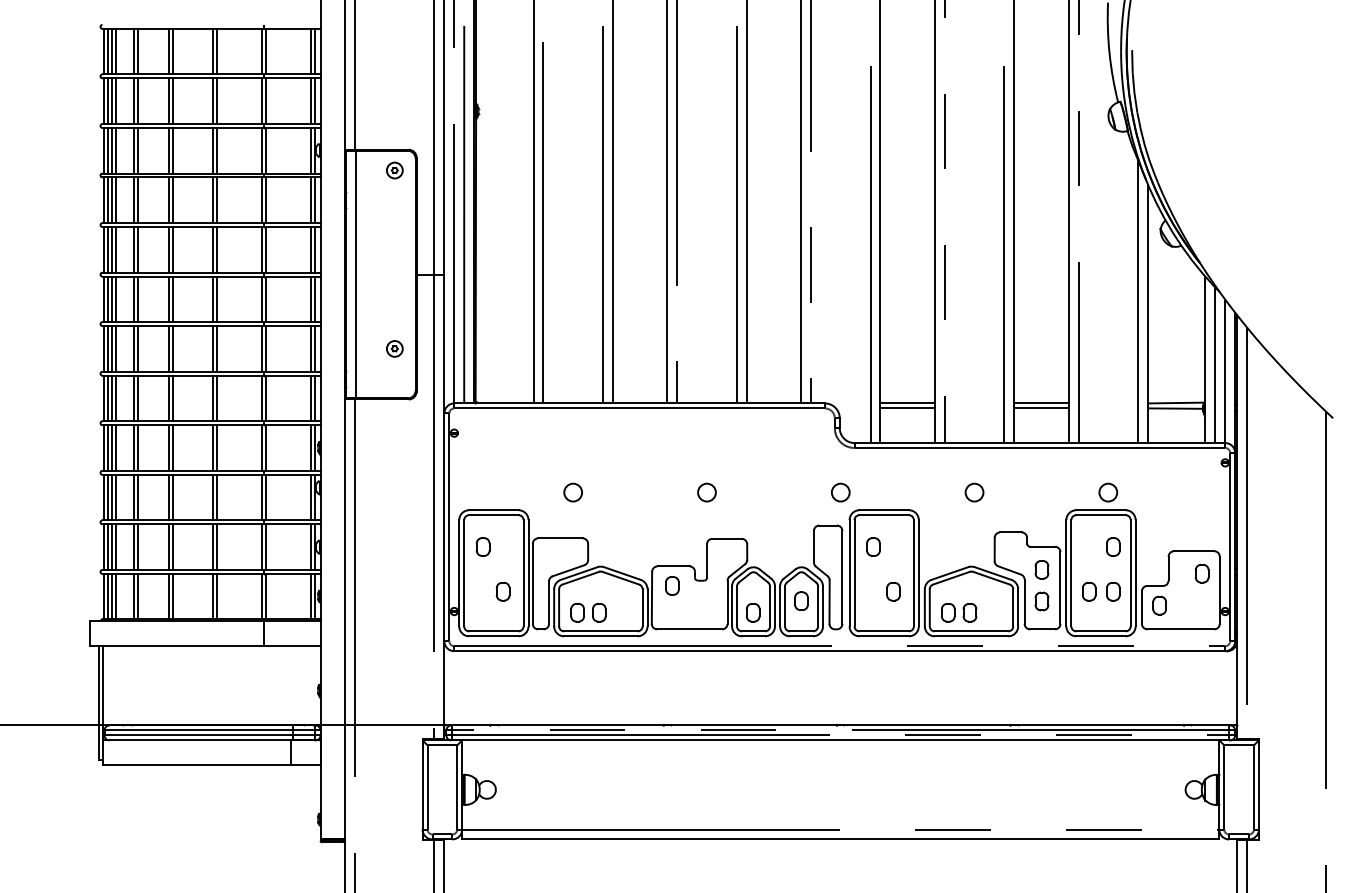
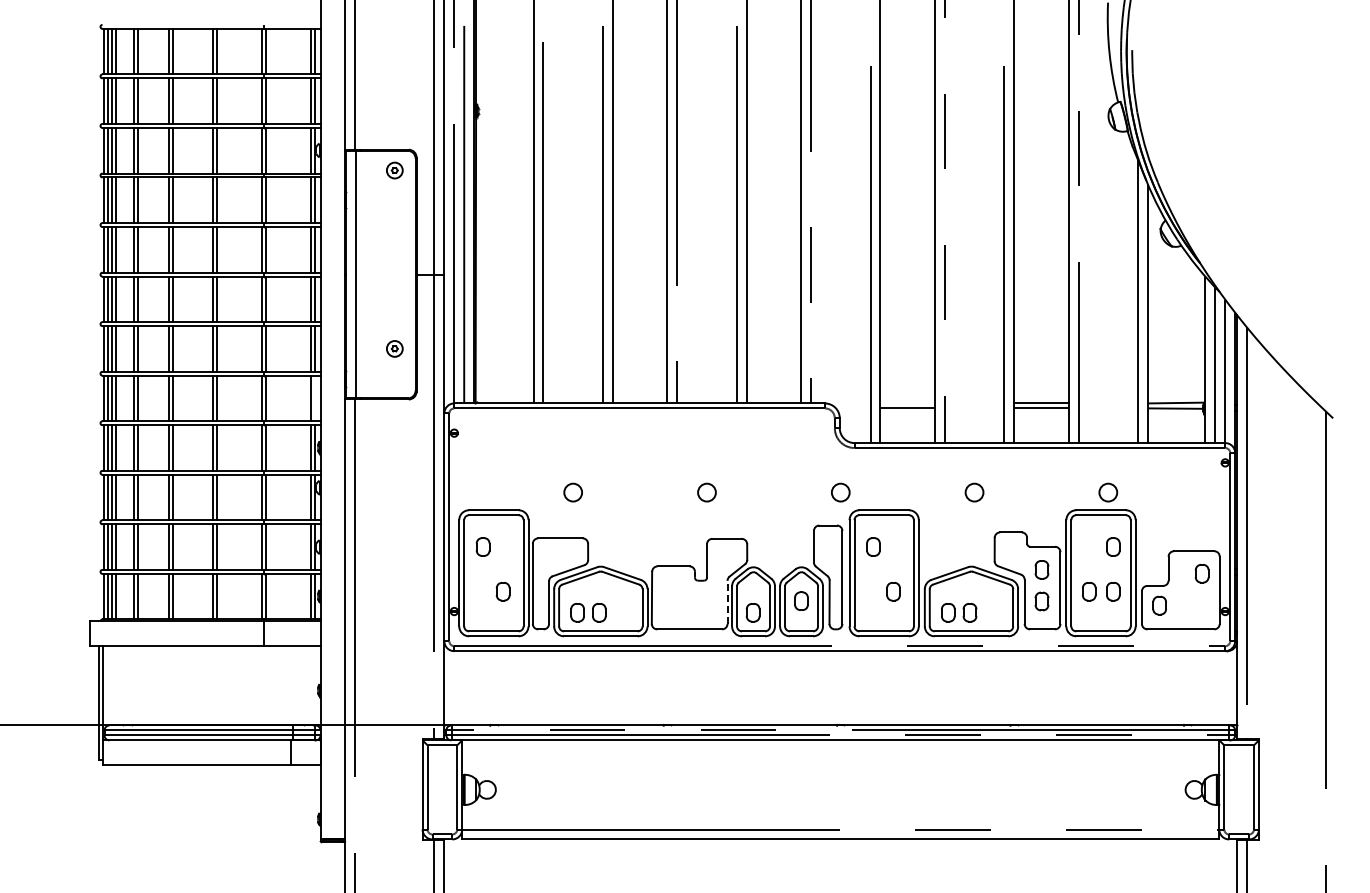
line at (315, 398): present -> none
line at (907, 403): present -> none
part at (672, 585): present -> none
line at (727, 602): solid -> dashed
